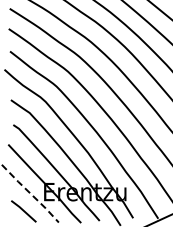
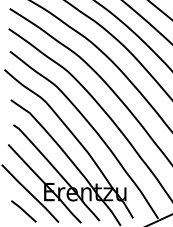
line at (30, 193): dashed -> solid
